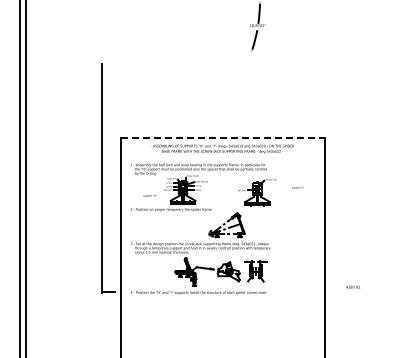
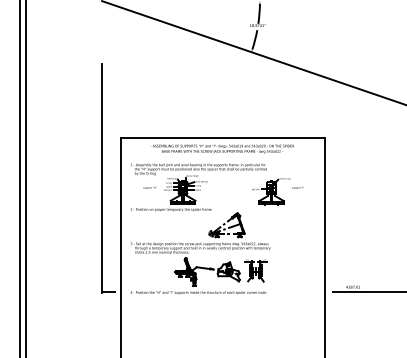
line at (253, 53): none -> present
line at (223, 137): dashed -> solid
part at (257, 192) position: (257, 192) -> (271, 191)
text at (149, 195) position: (149, 195) -> (149, 187)
line at (367, 291): none -> present
